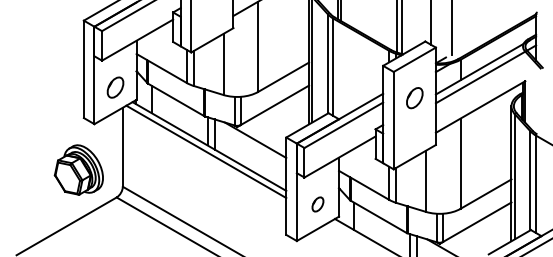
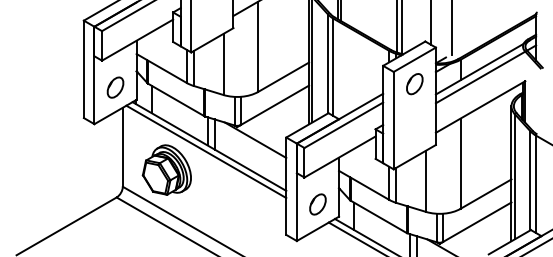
part at (414, 98) position: (414, 98) -> (414, 84)
part at (78, 169) position: (78, 169) -> (166, 169)
part at (317, 204) size: 14x17 px -> 18x23 px
line at (355, 237): none -> present
